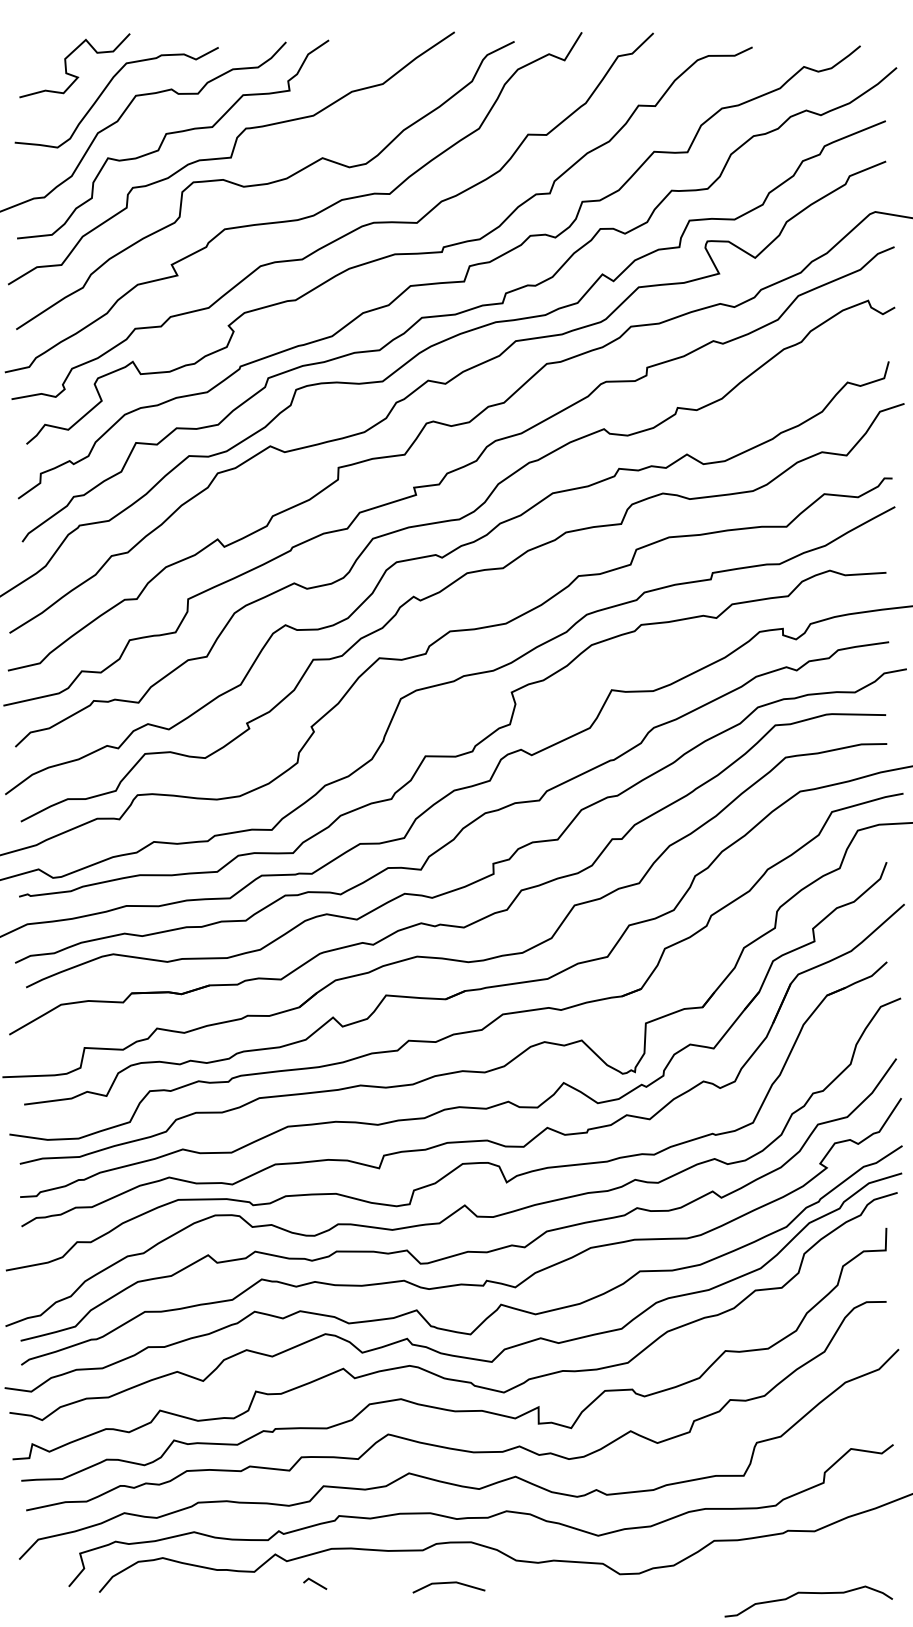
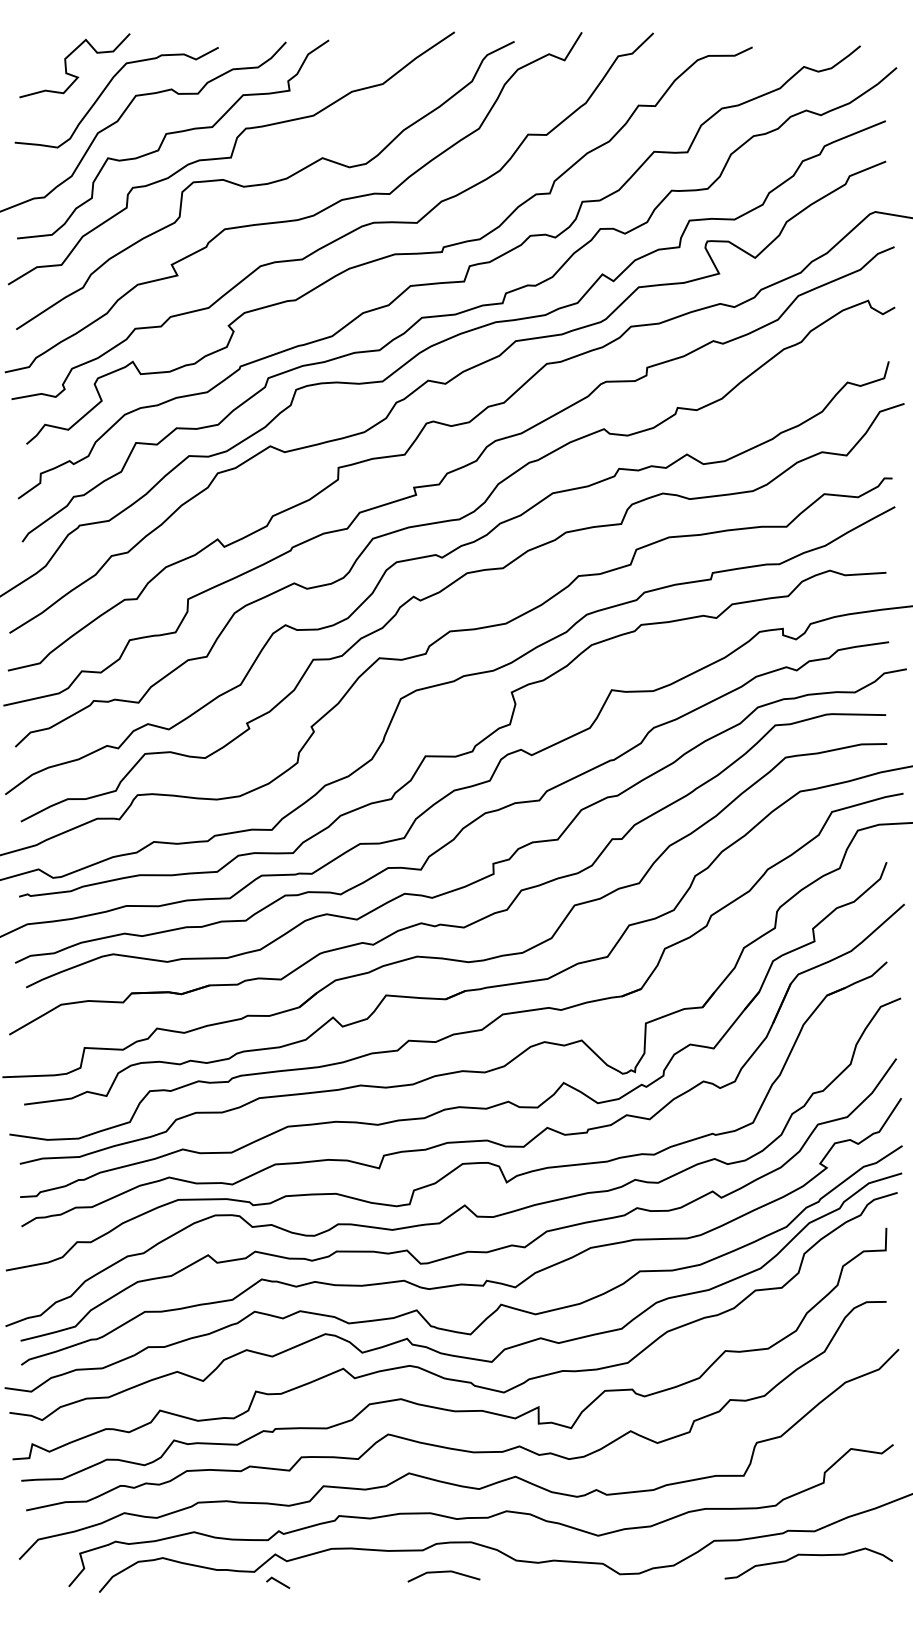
line at (315, 1583) position: (315, 1583) -> (278, 1582)
line at (448, 1583) position: (448, 1583) -> (443, 1572)
curve at (808, 1593) position: (808, 1593) -> (808, 1555)
